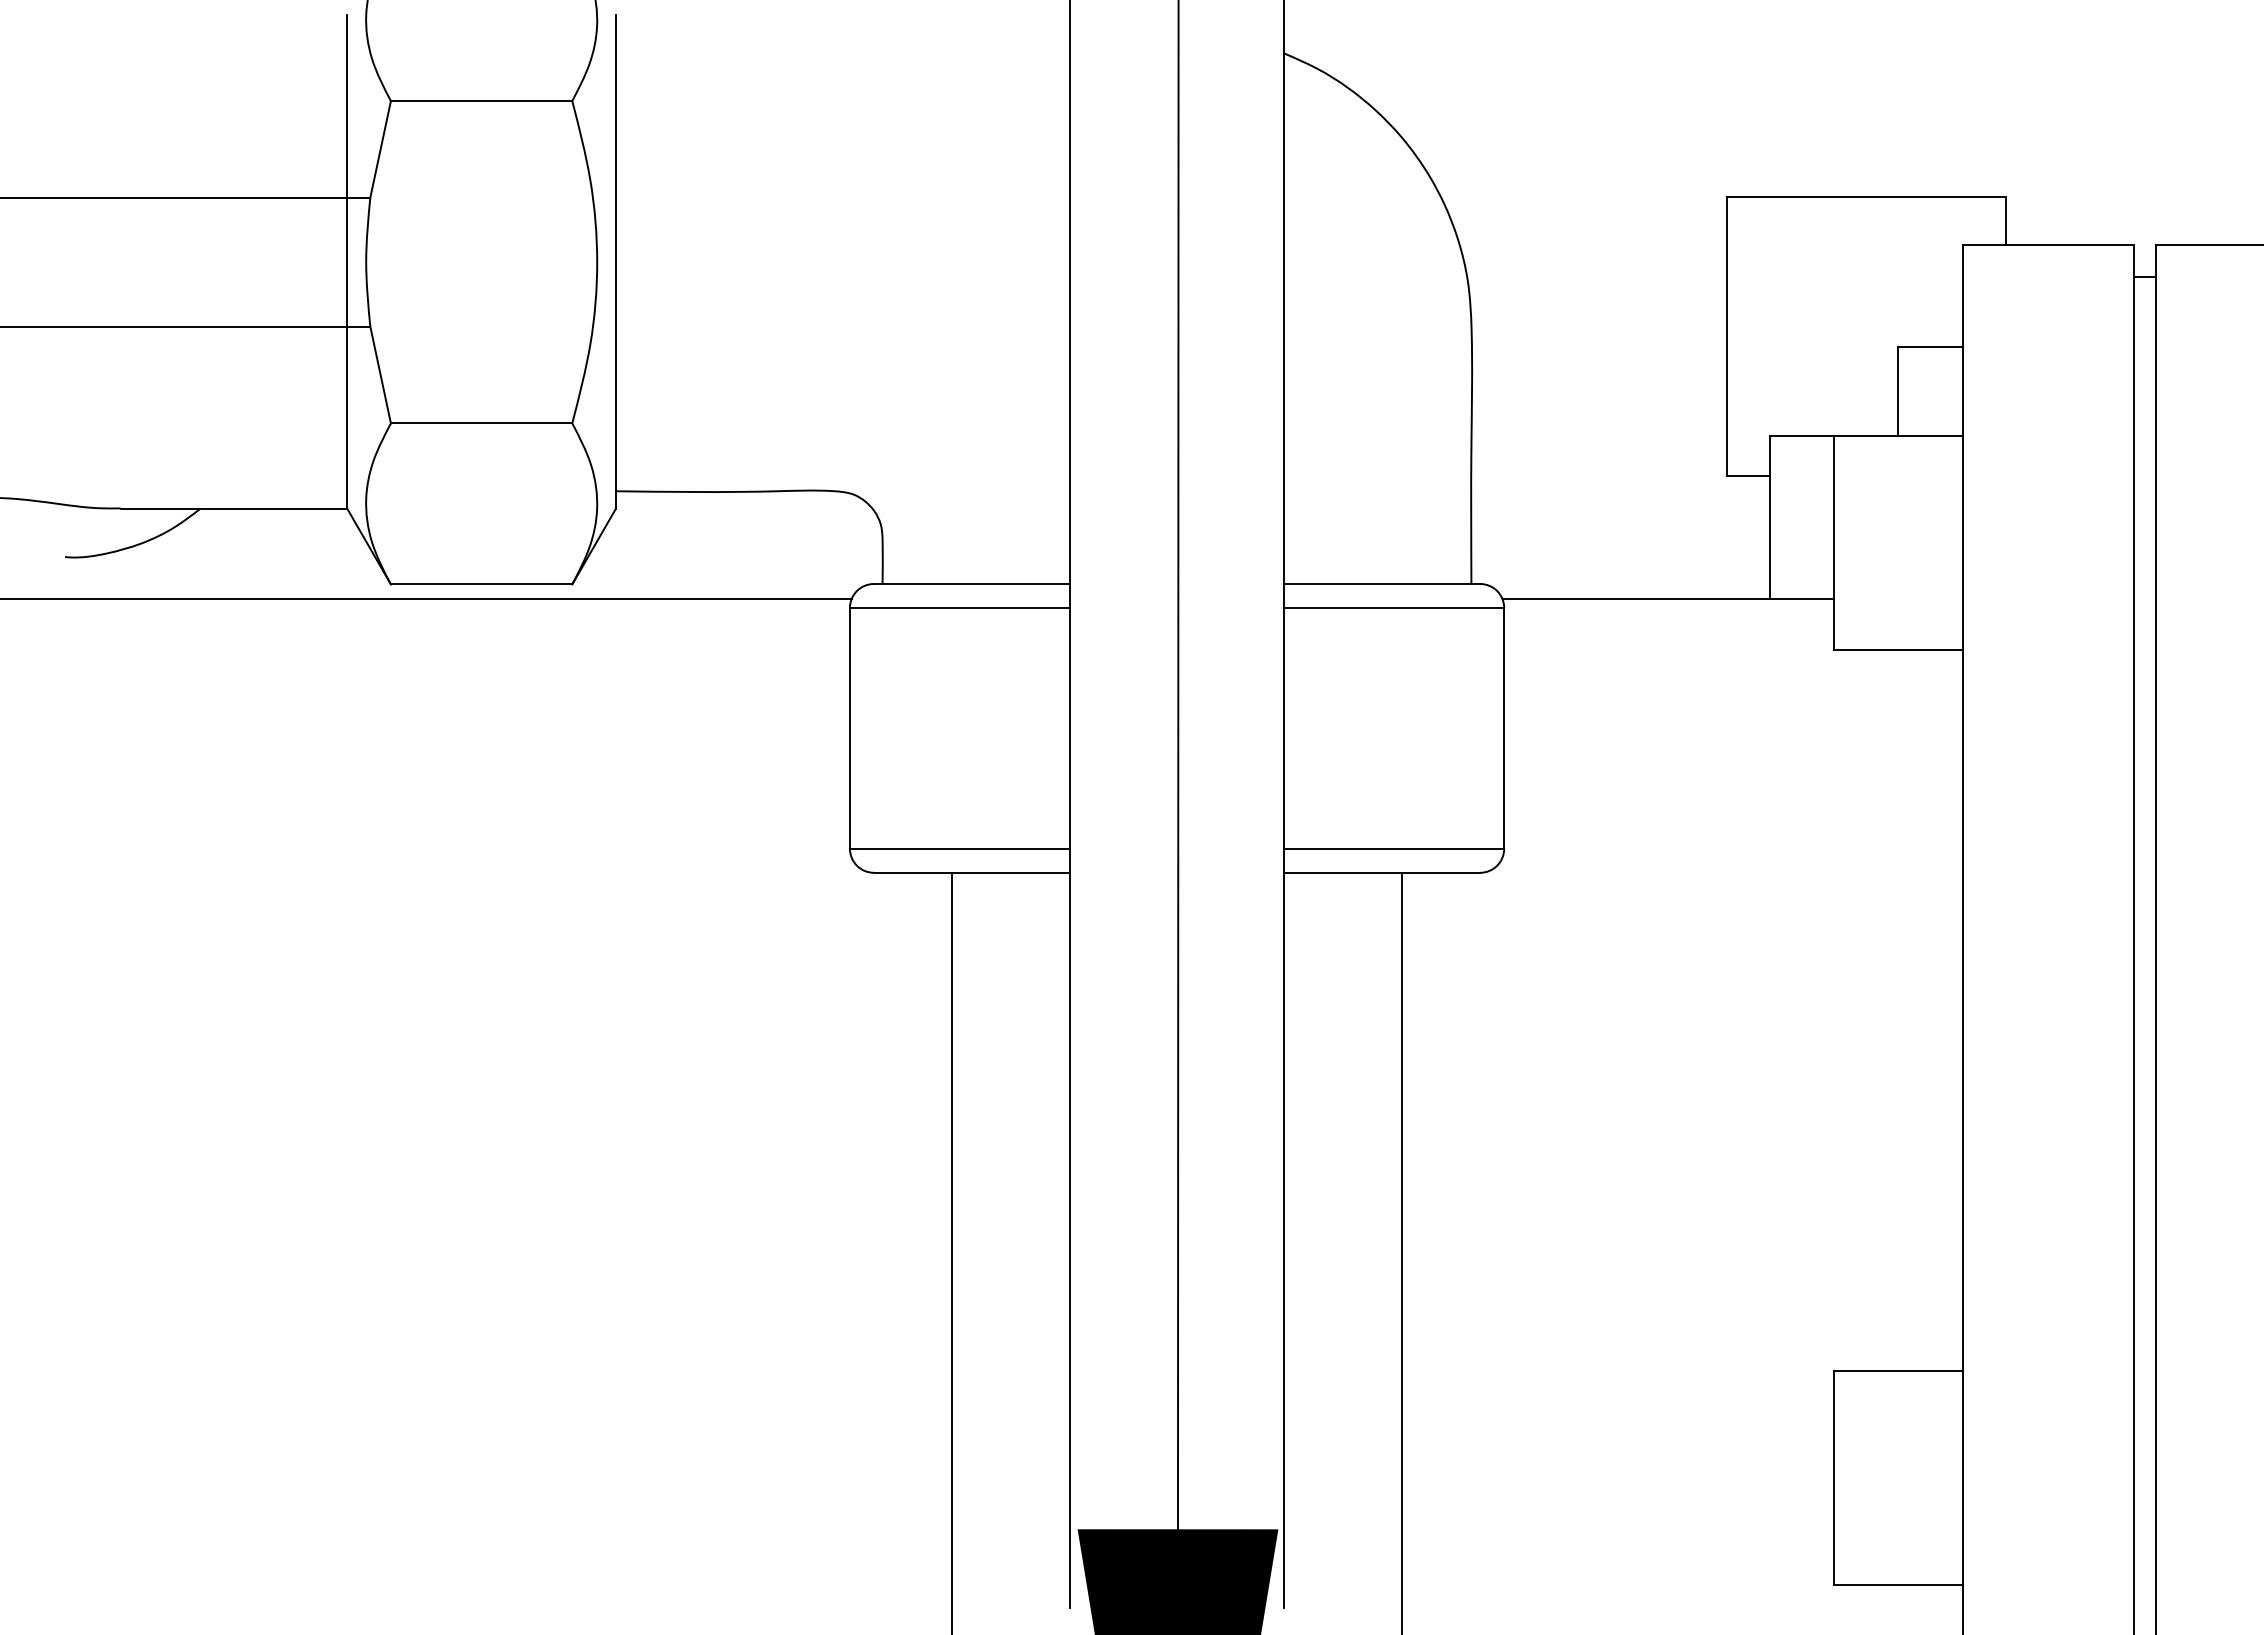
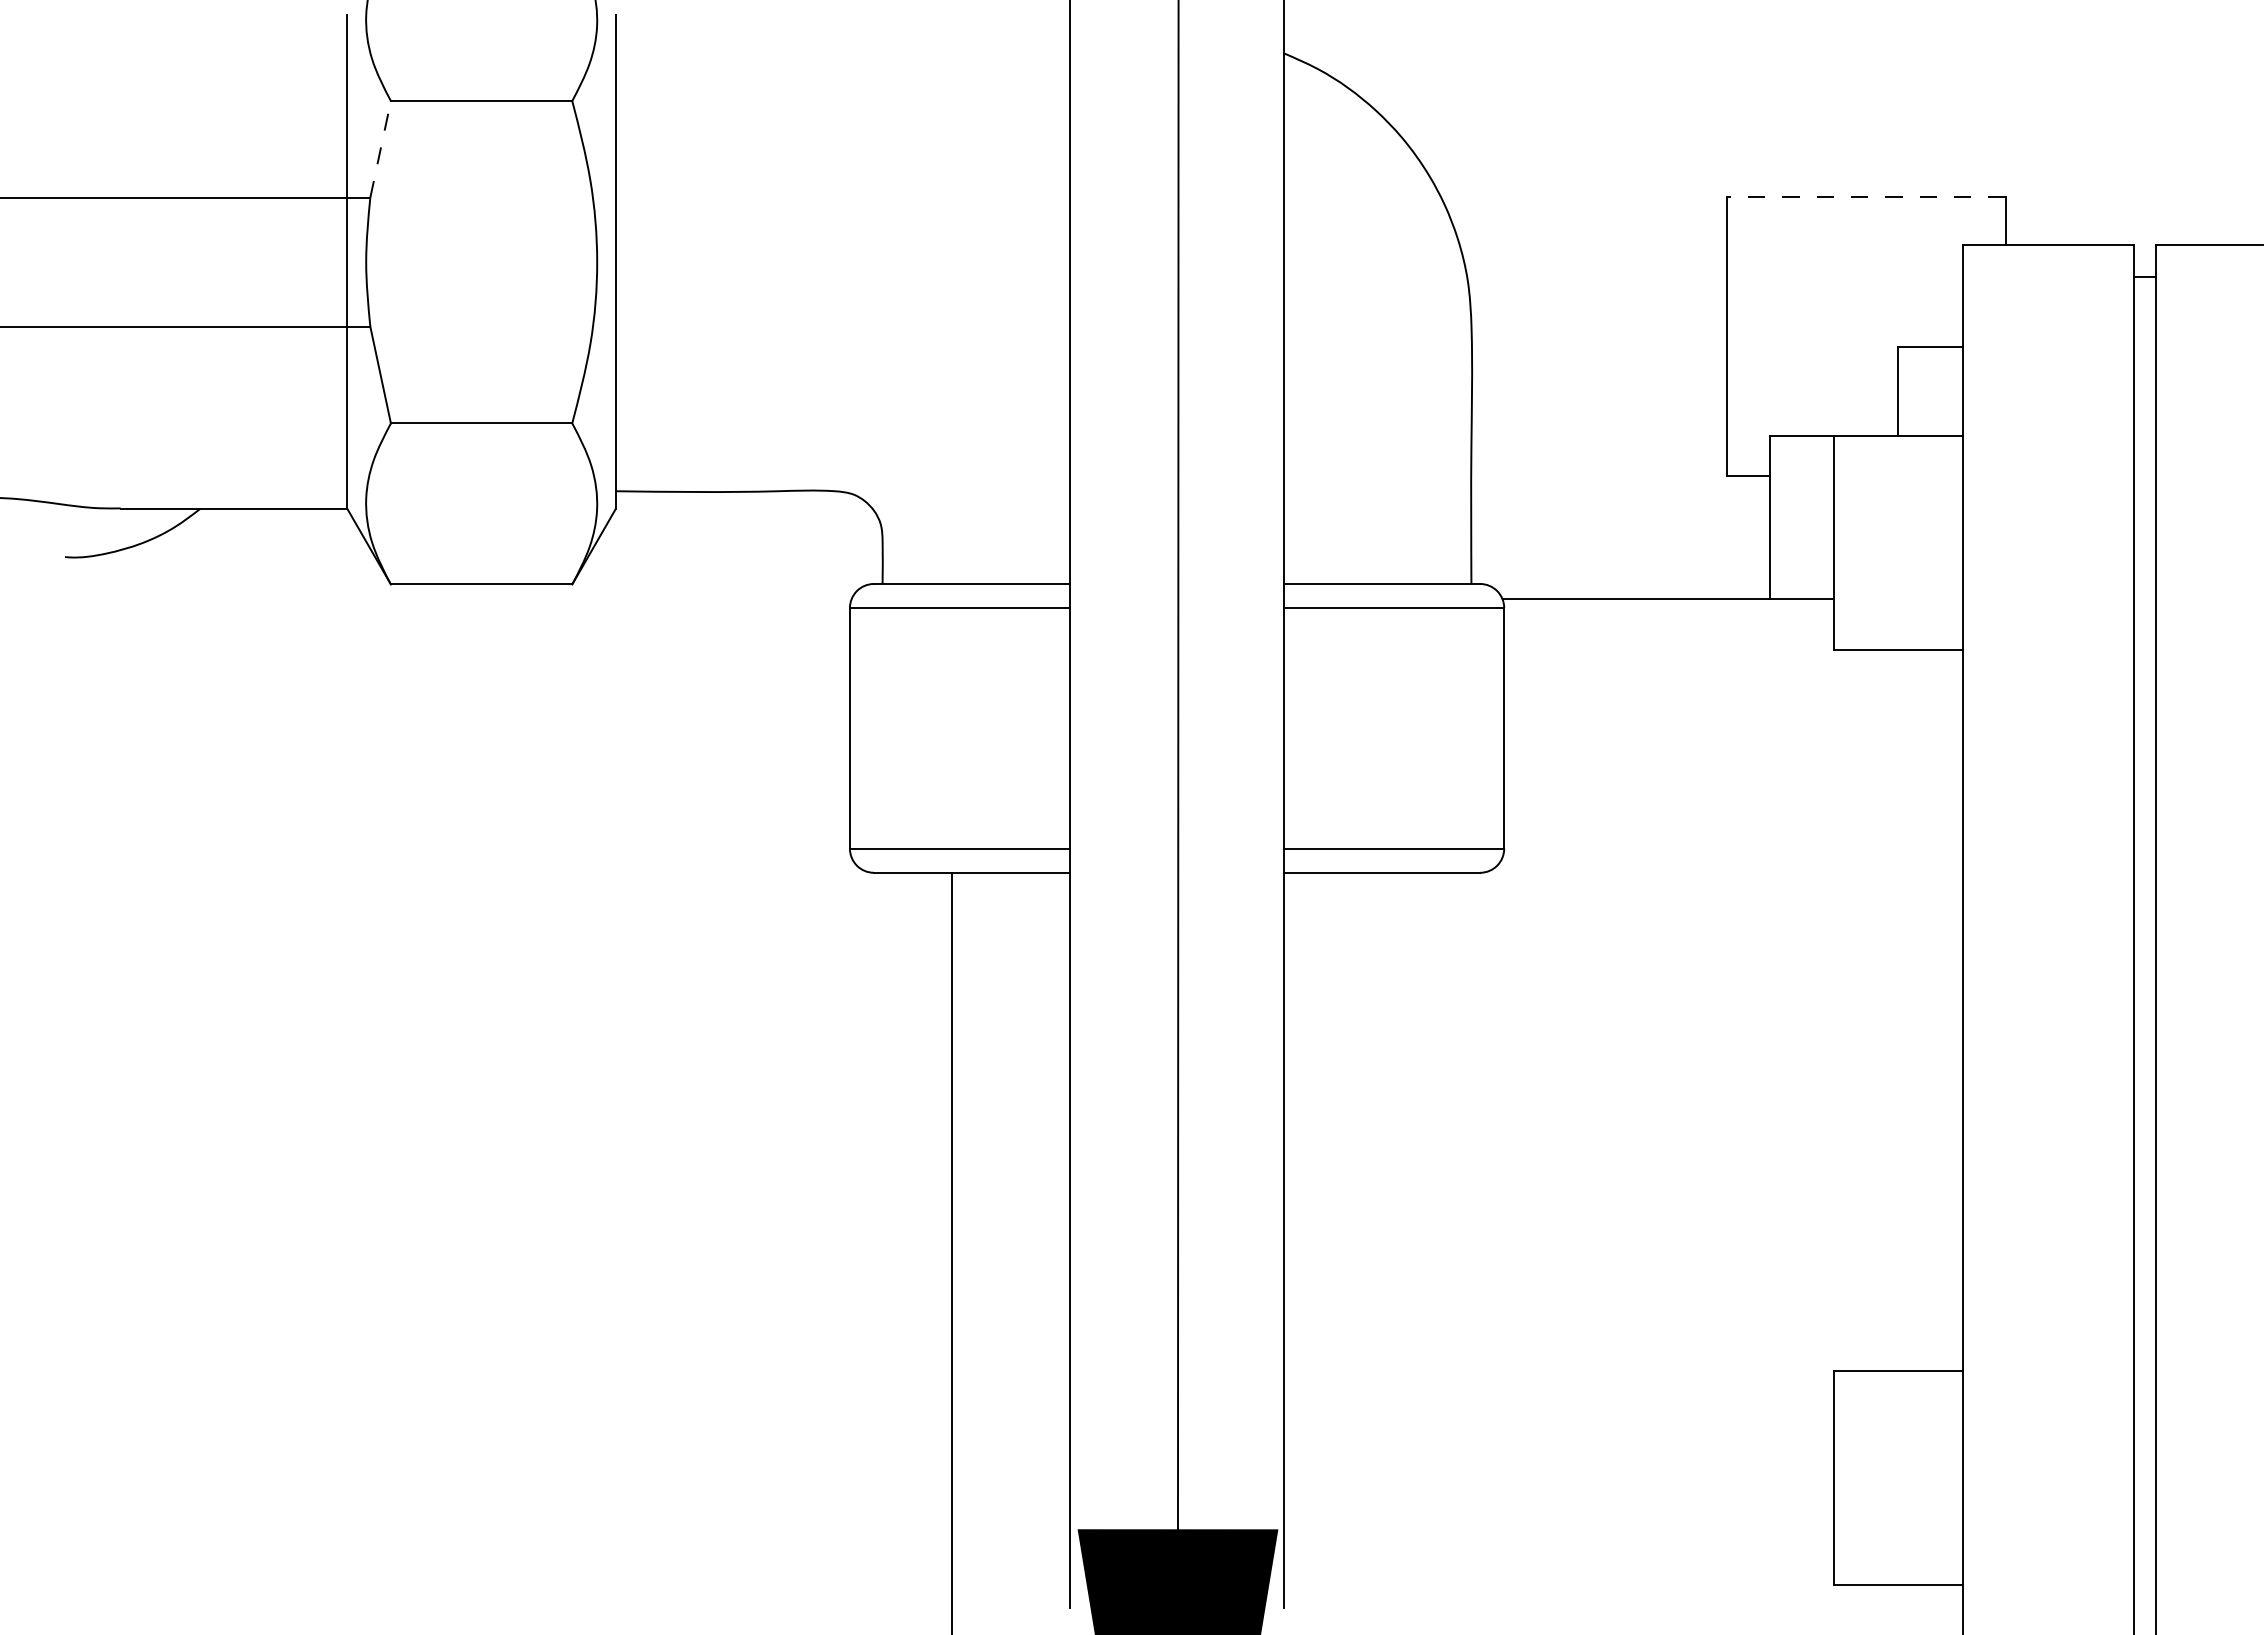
line at (380, 148): solid -> dashed
line at (1866, 196): solid -> dashed
line at (426, 599): present -> none
line at (1401, 1251): present -> none
